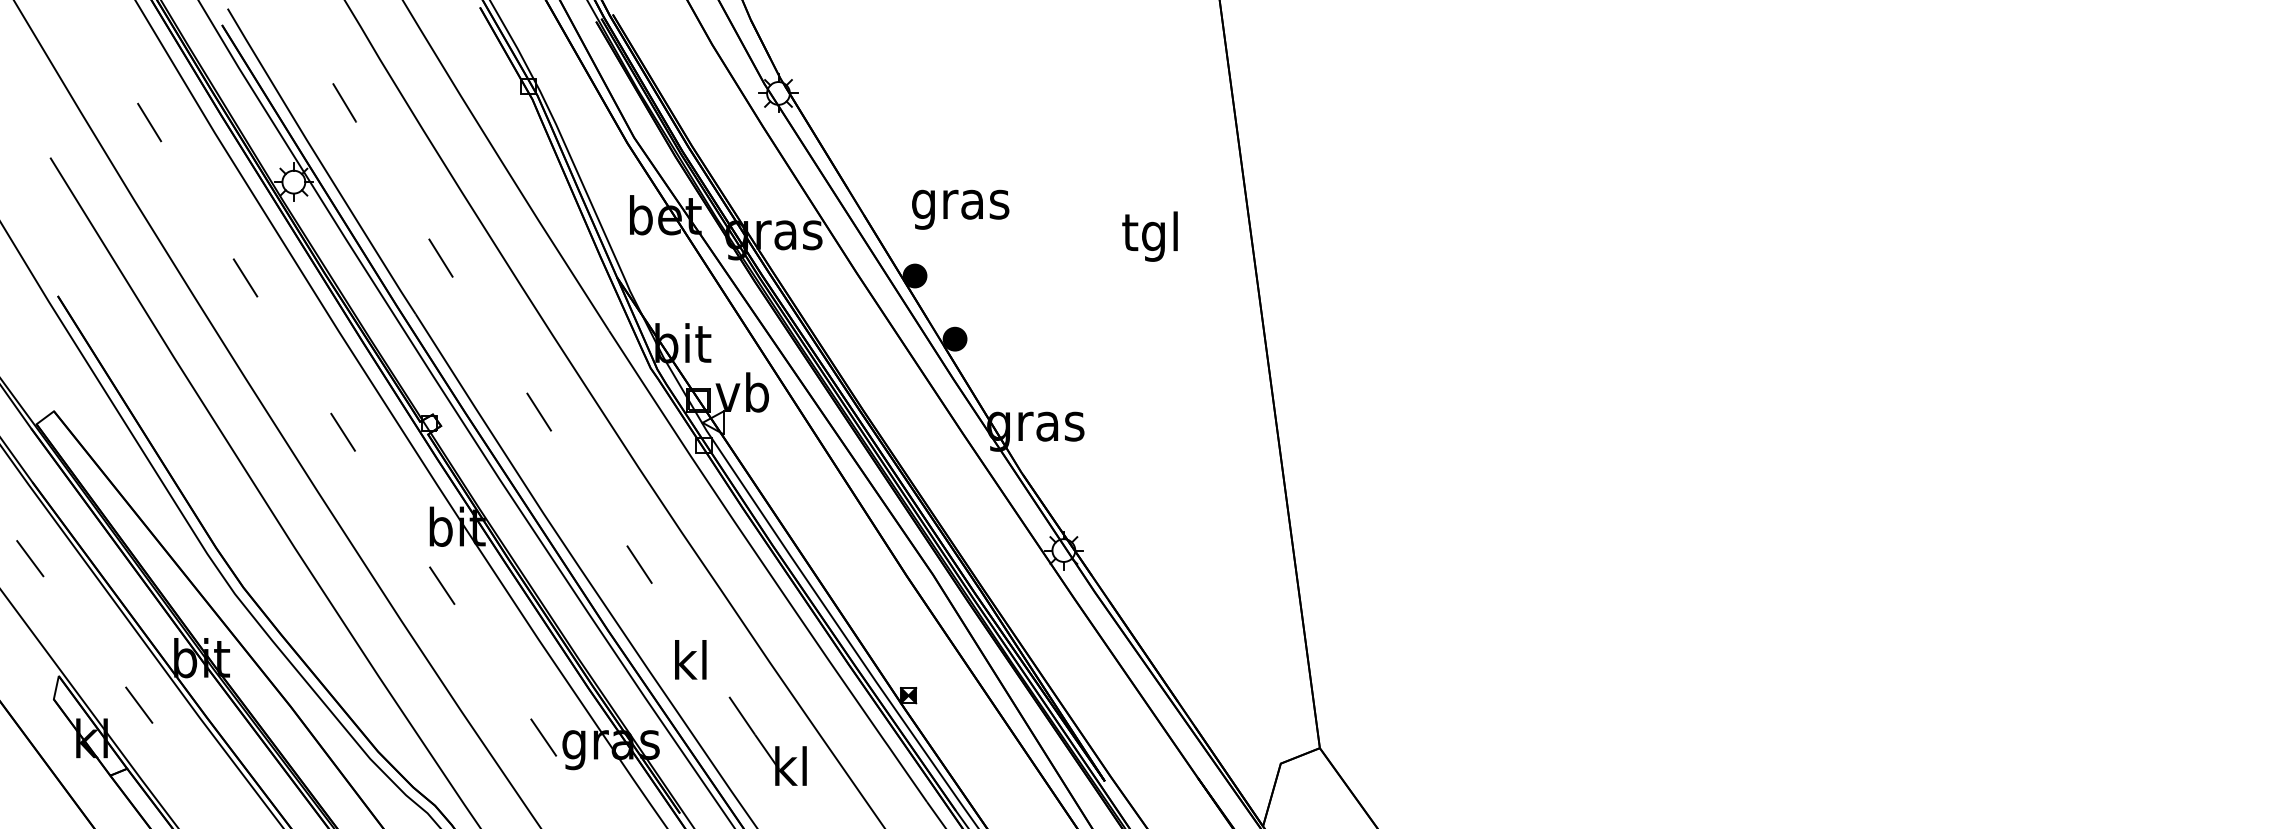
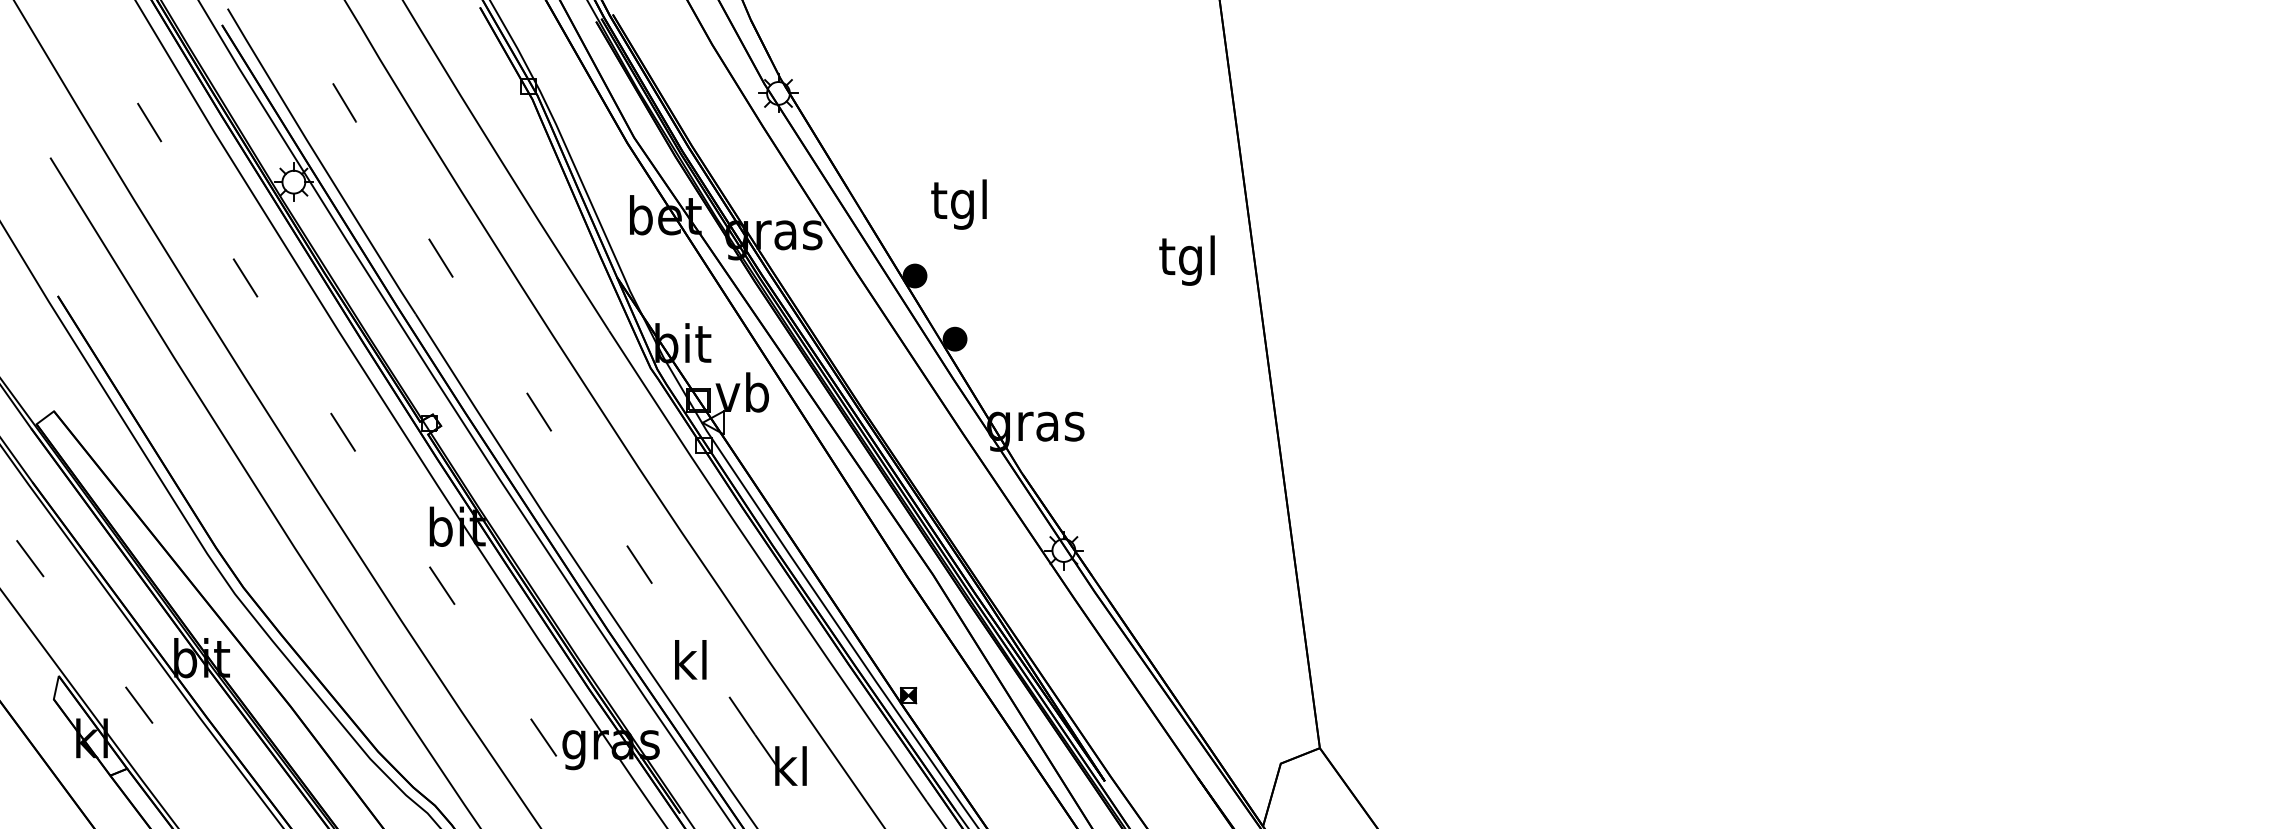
text at (960, 204): gras -> tgl
text at (1149, 236) position: (1149, 236) -> (1186, 260)
